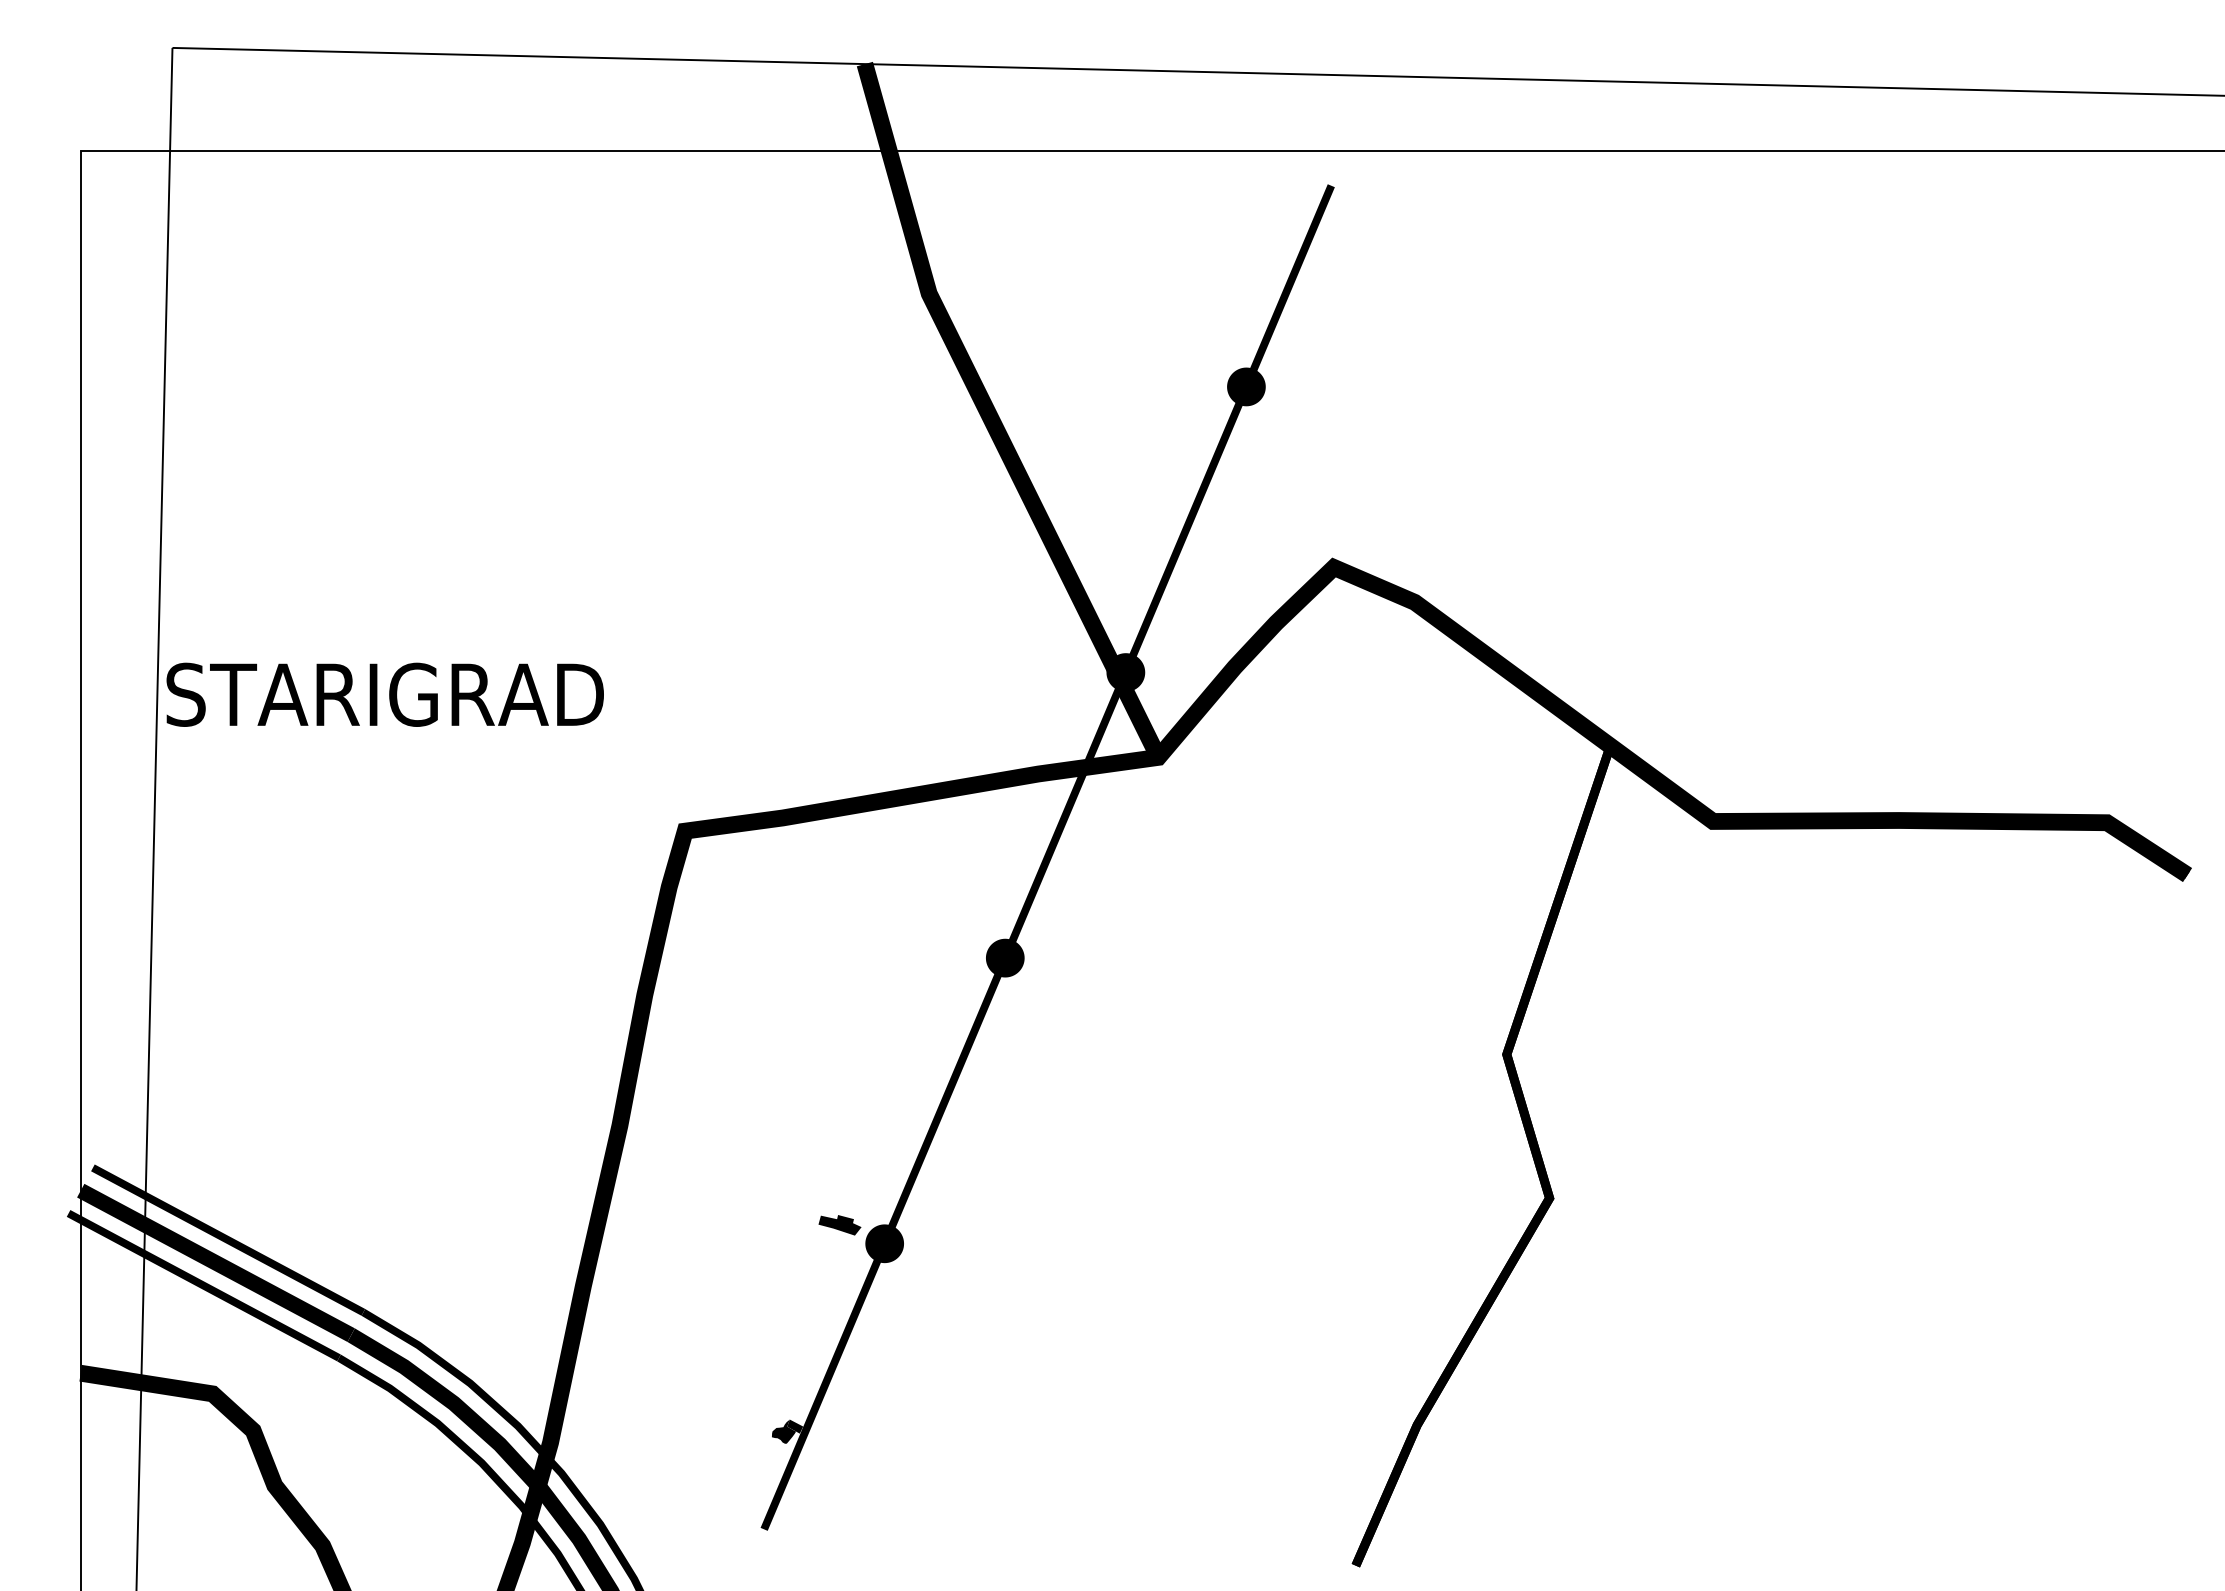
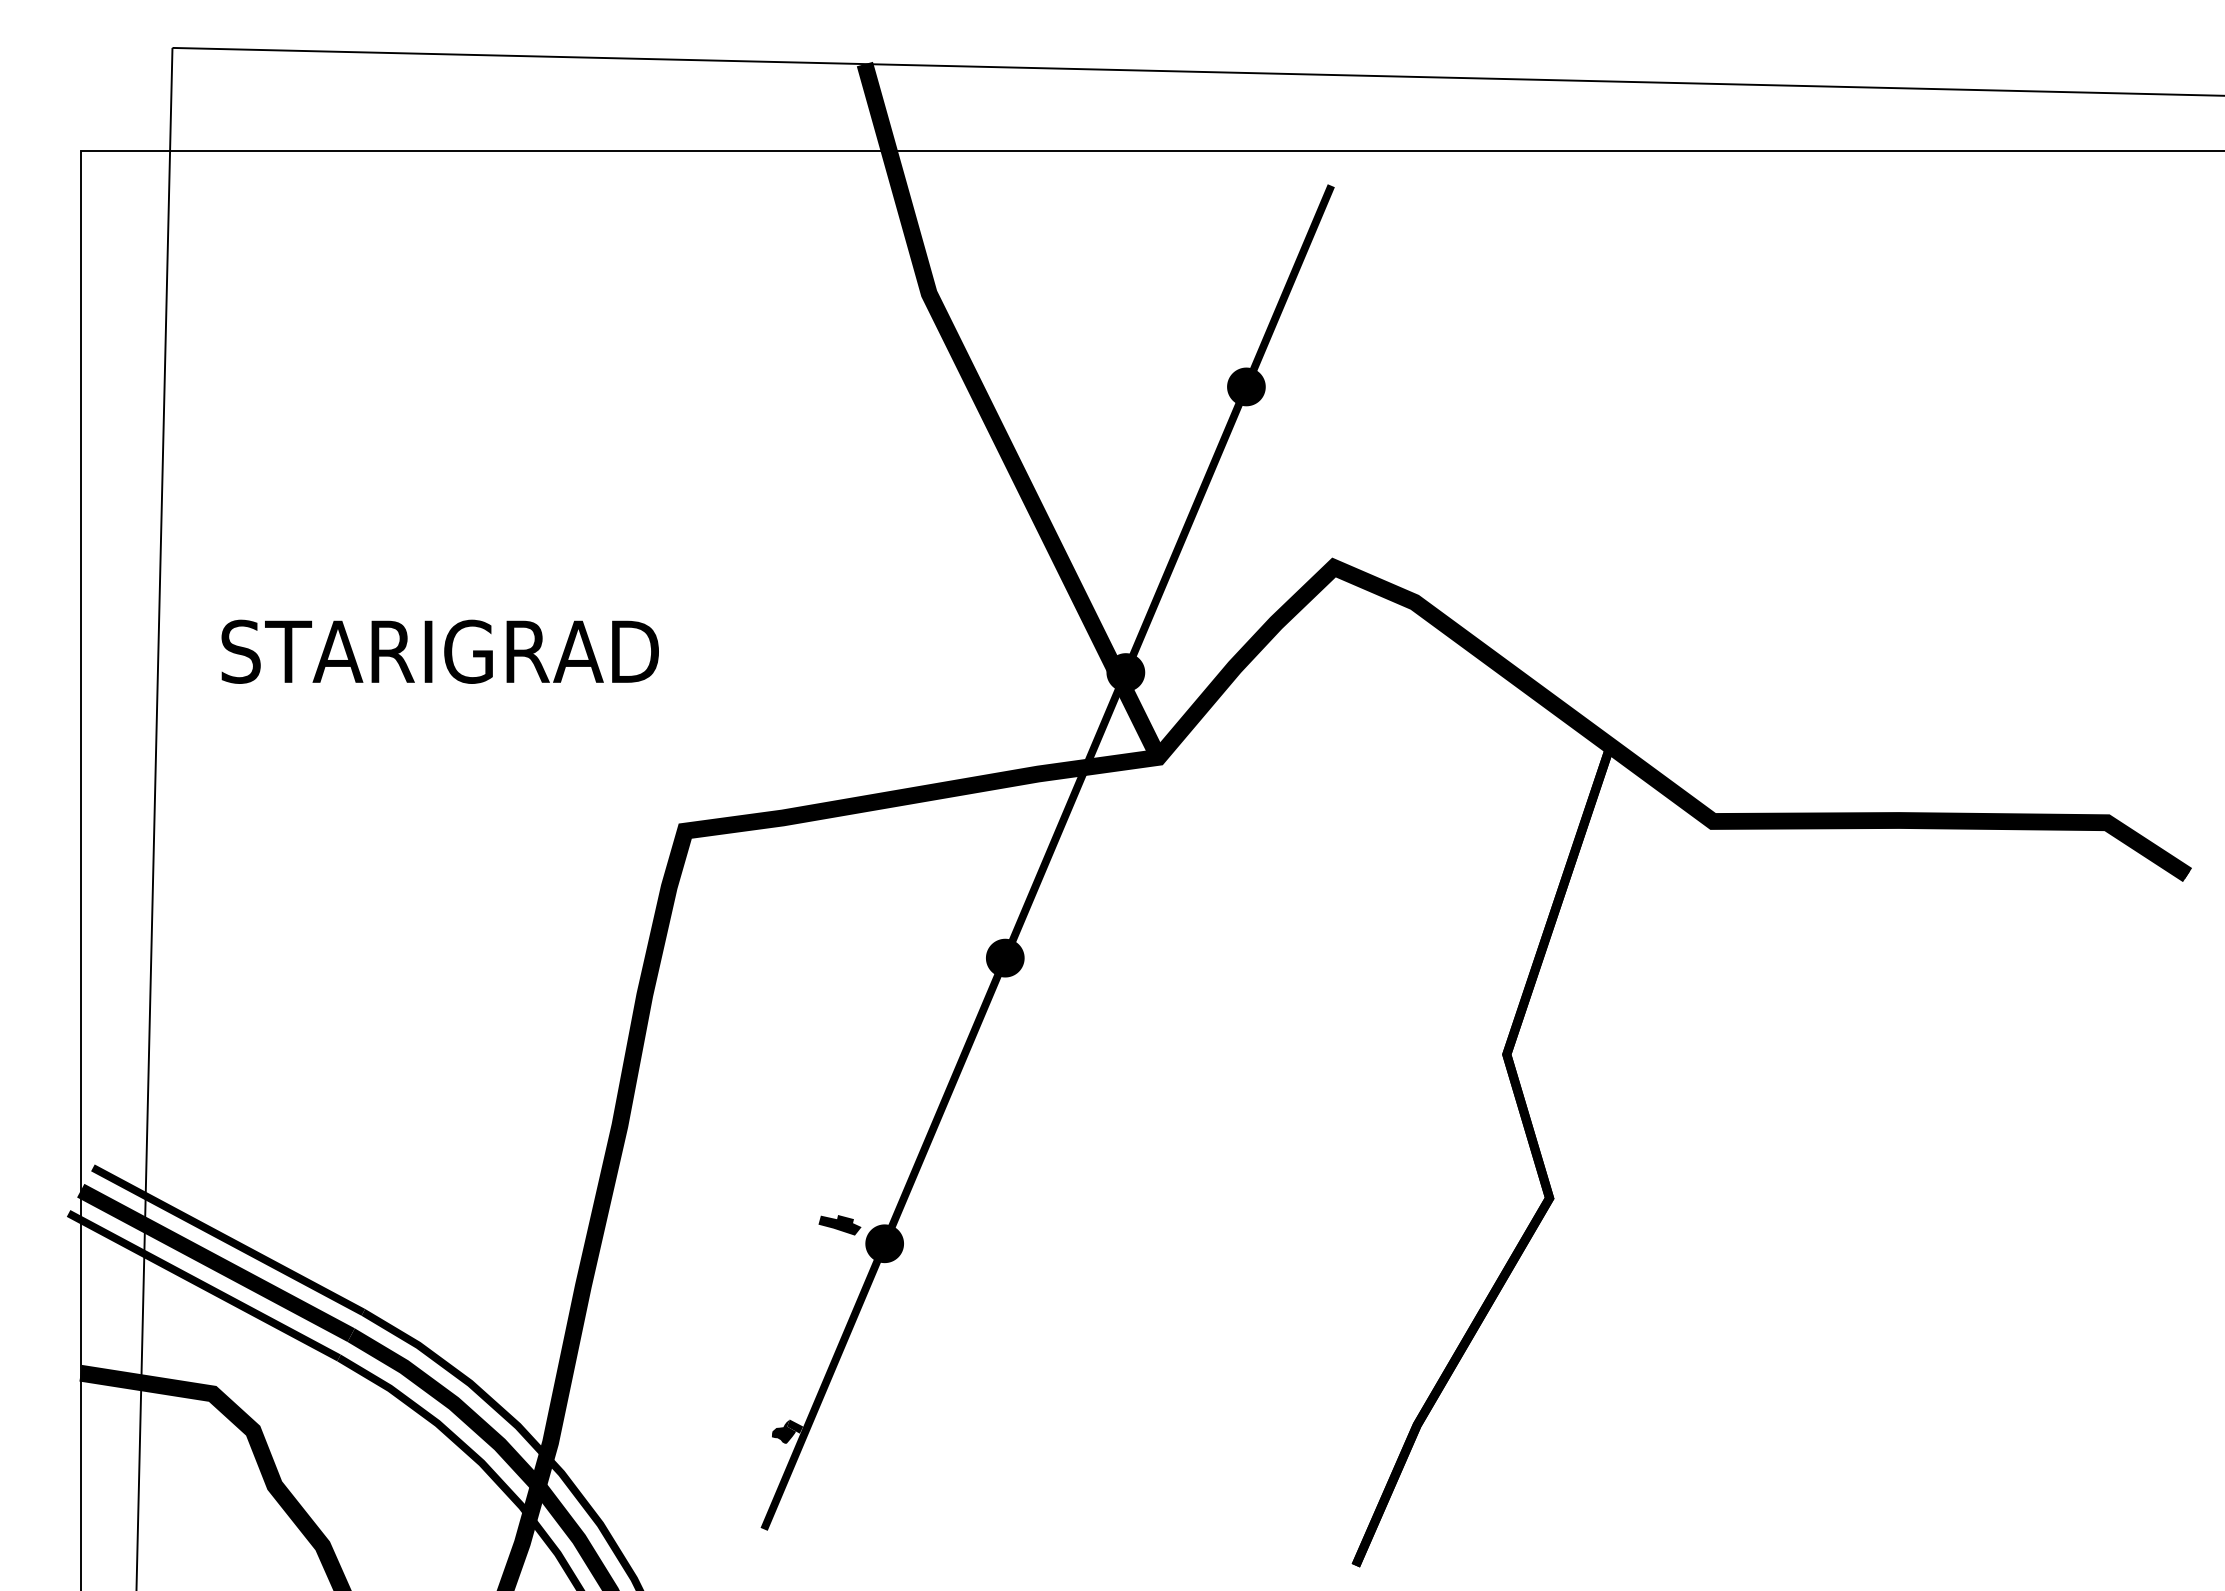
text at (384, 694) position: (384, 694) -> (439, 651)
